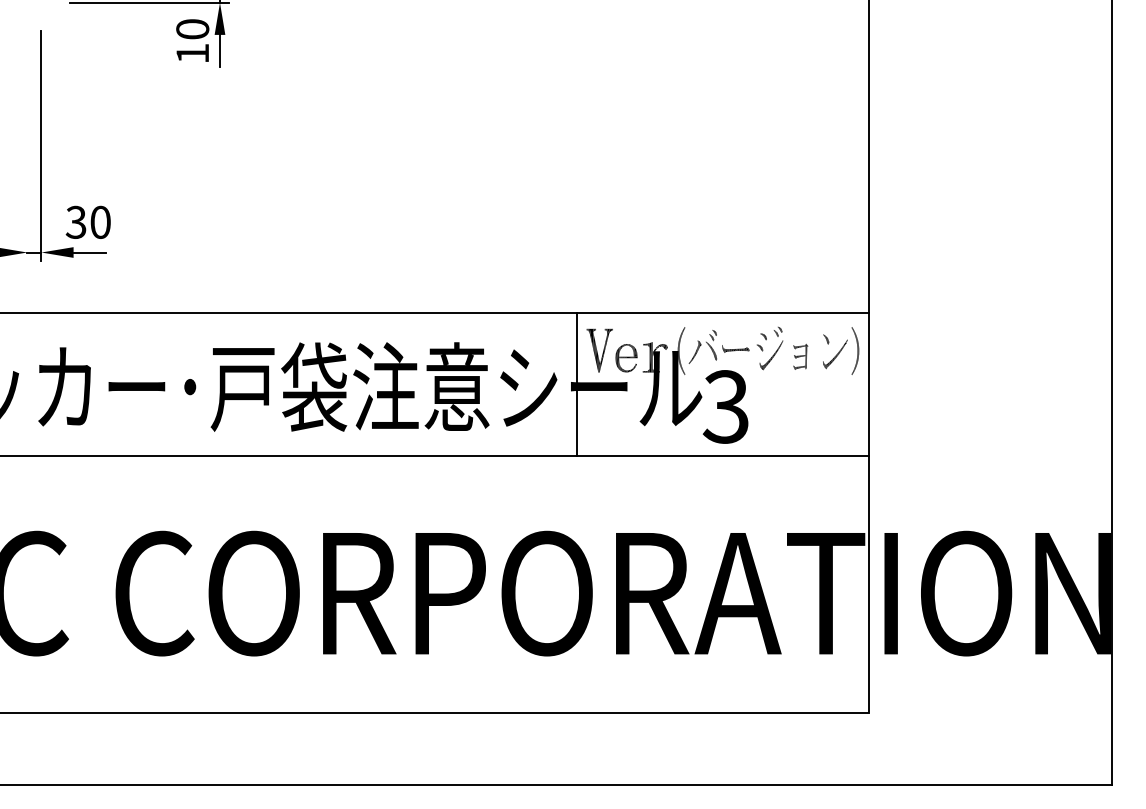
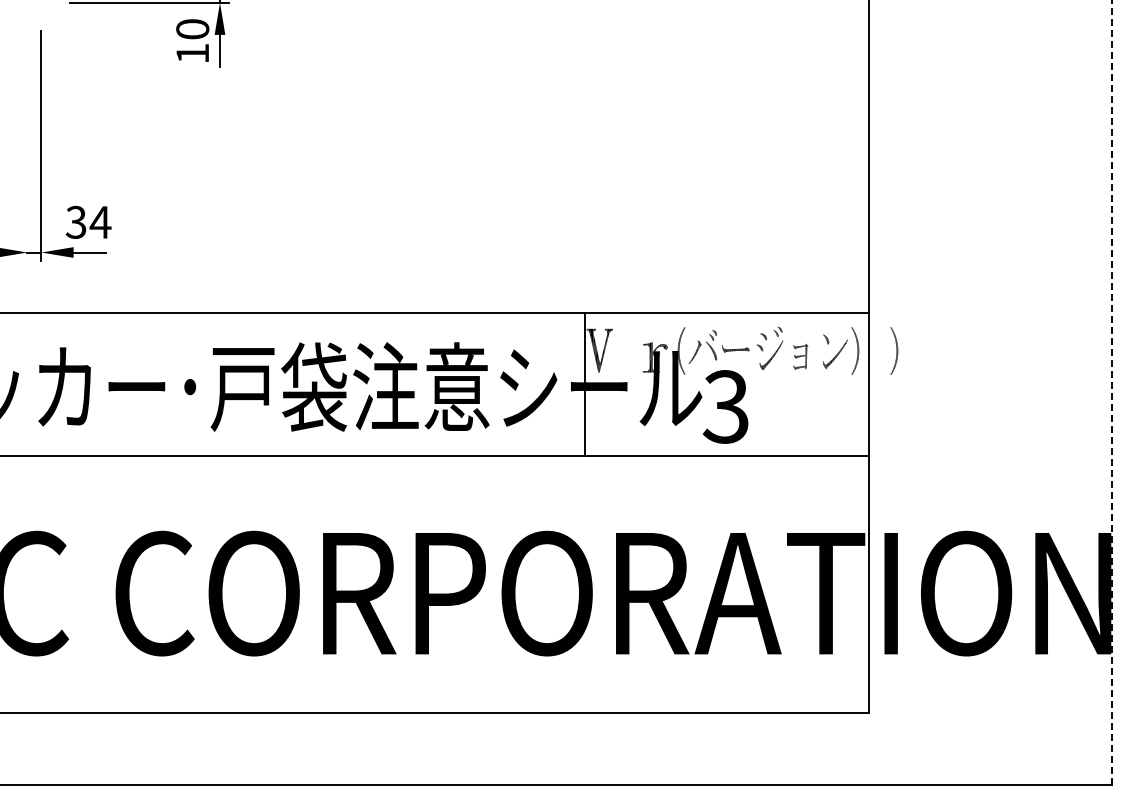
text at (100, 221): 30 -> 34
part at (894, 350): none -> present
part at (626, 358): present -> none
line at (577, 384) position: (577, 384) -> (585, 384)
line at (1111, 392): solid -> dashed
